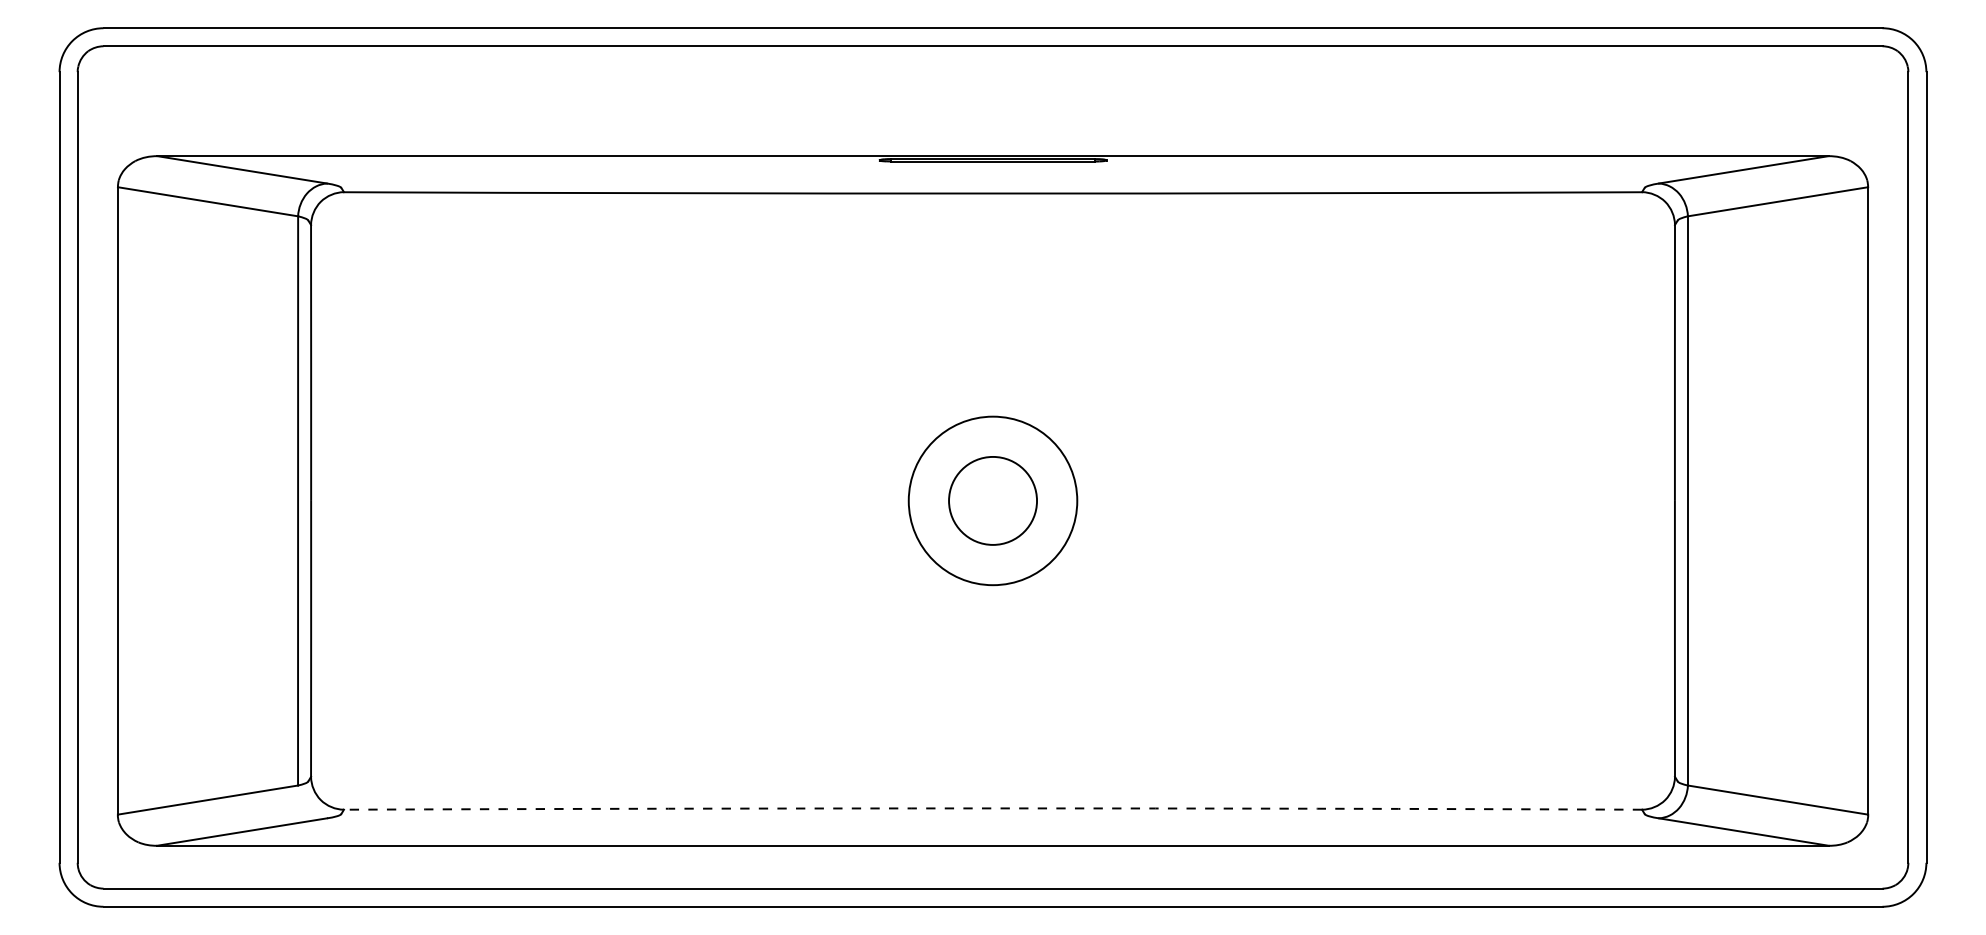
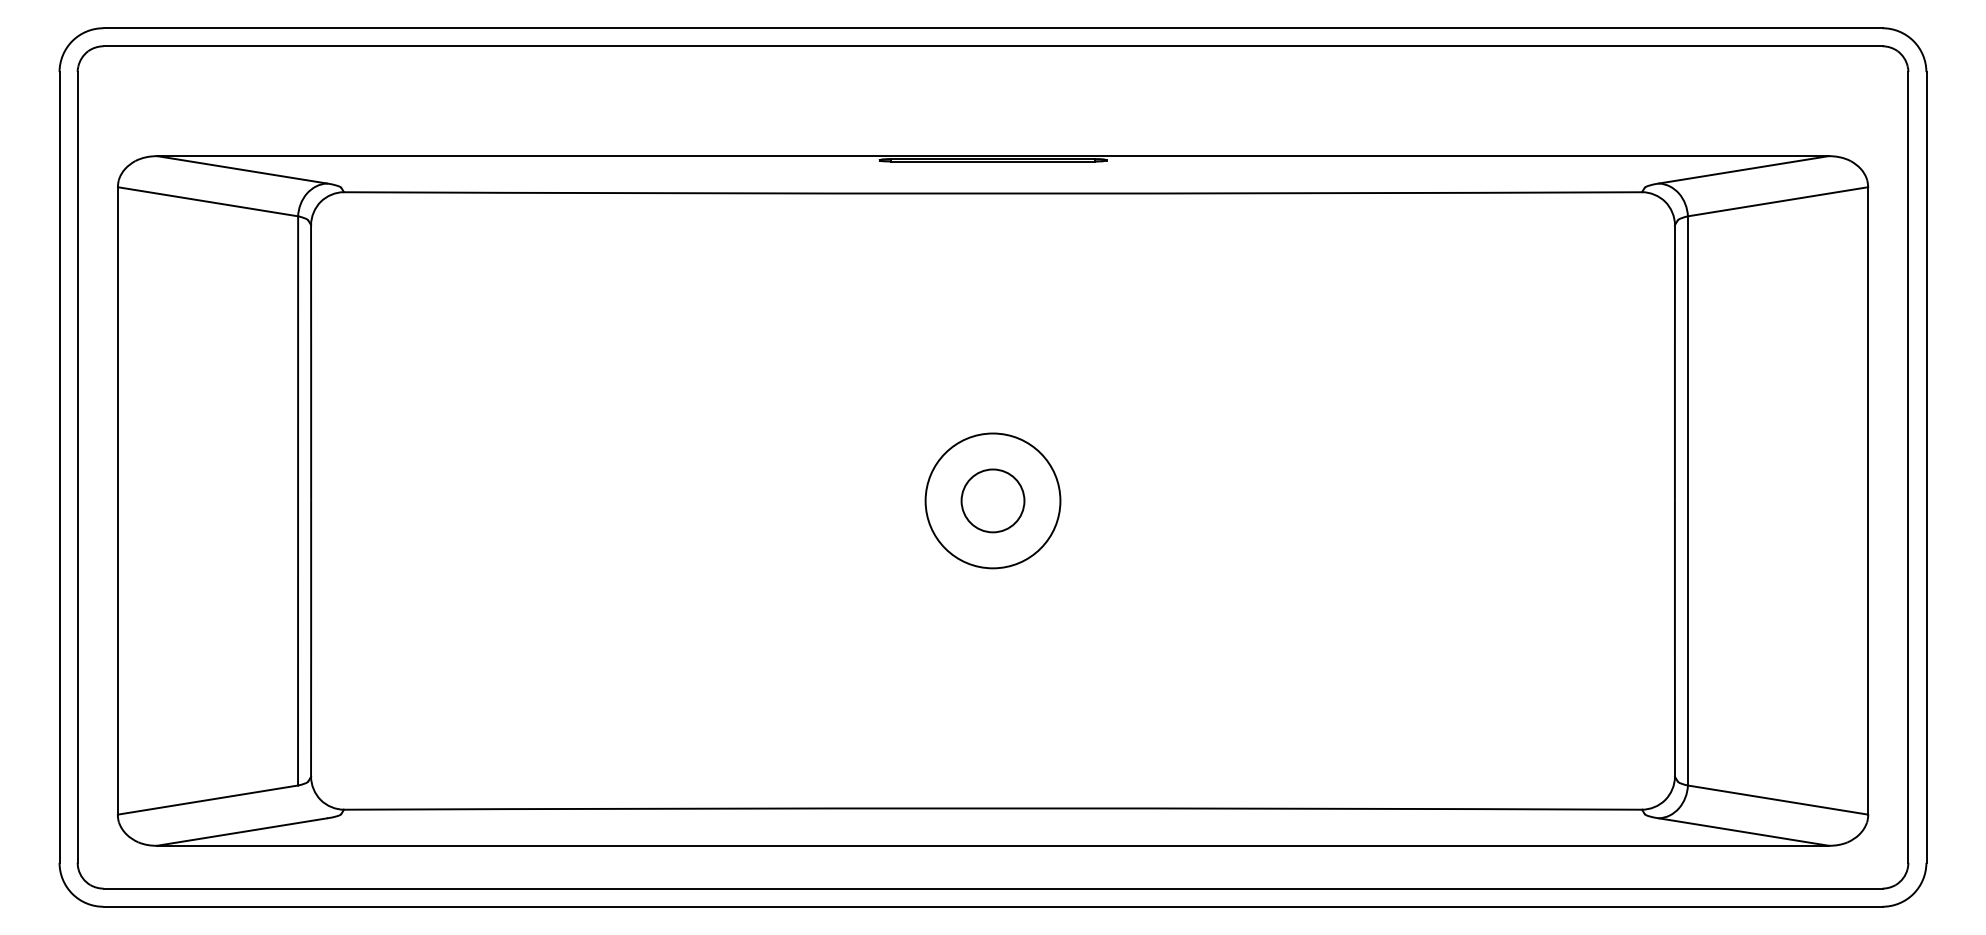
circle at (992, 500) diameter: 169 px -> 135 px
circle at (993, 500) diameter: 88 px -> 63 px
arc at (993, 808): dashed -> solid
